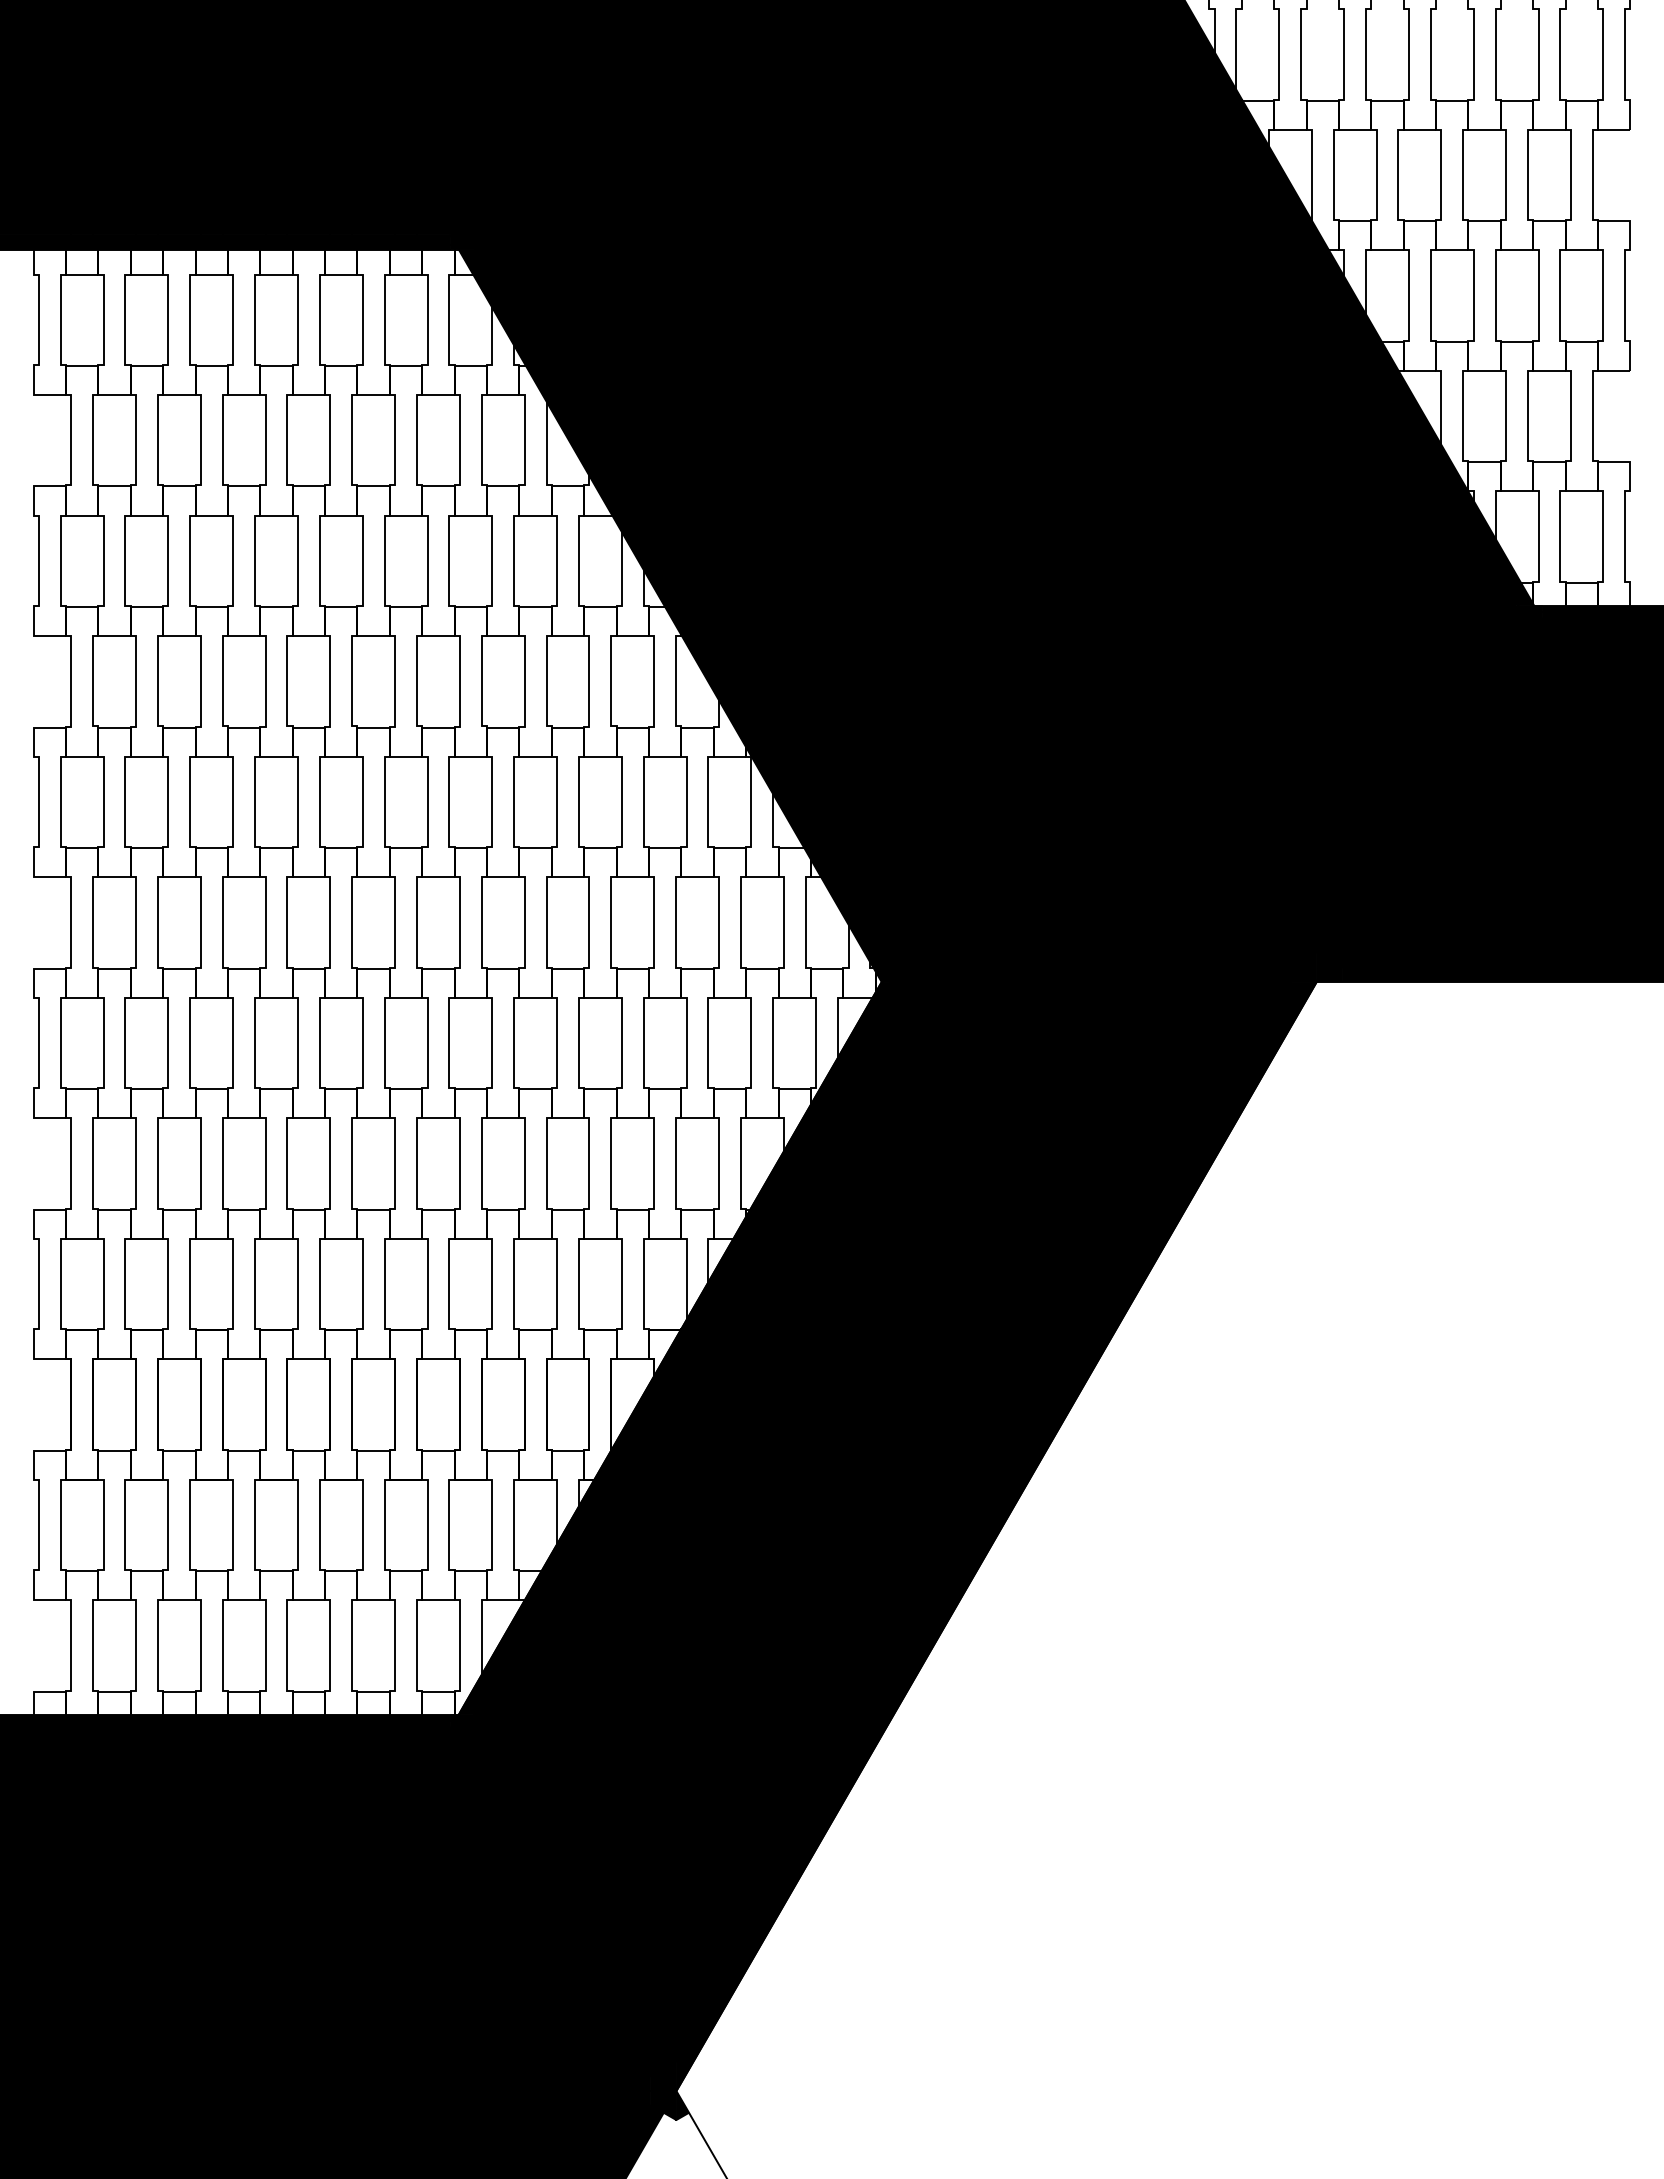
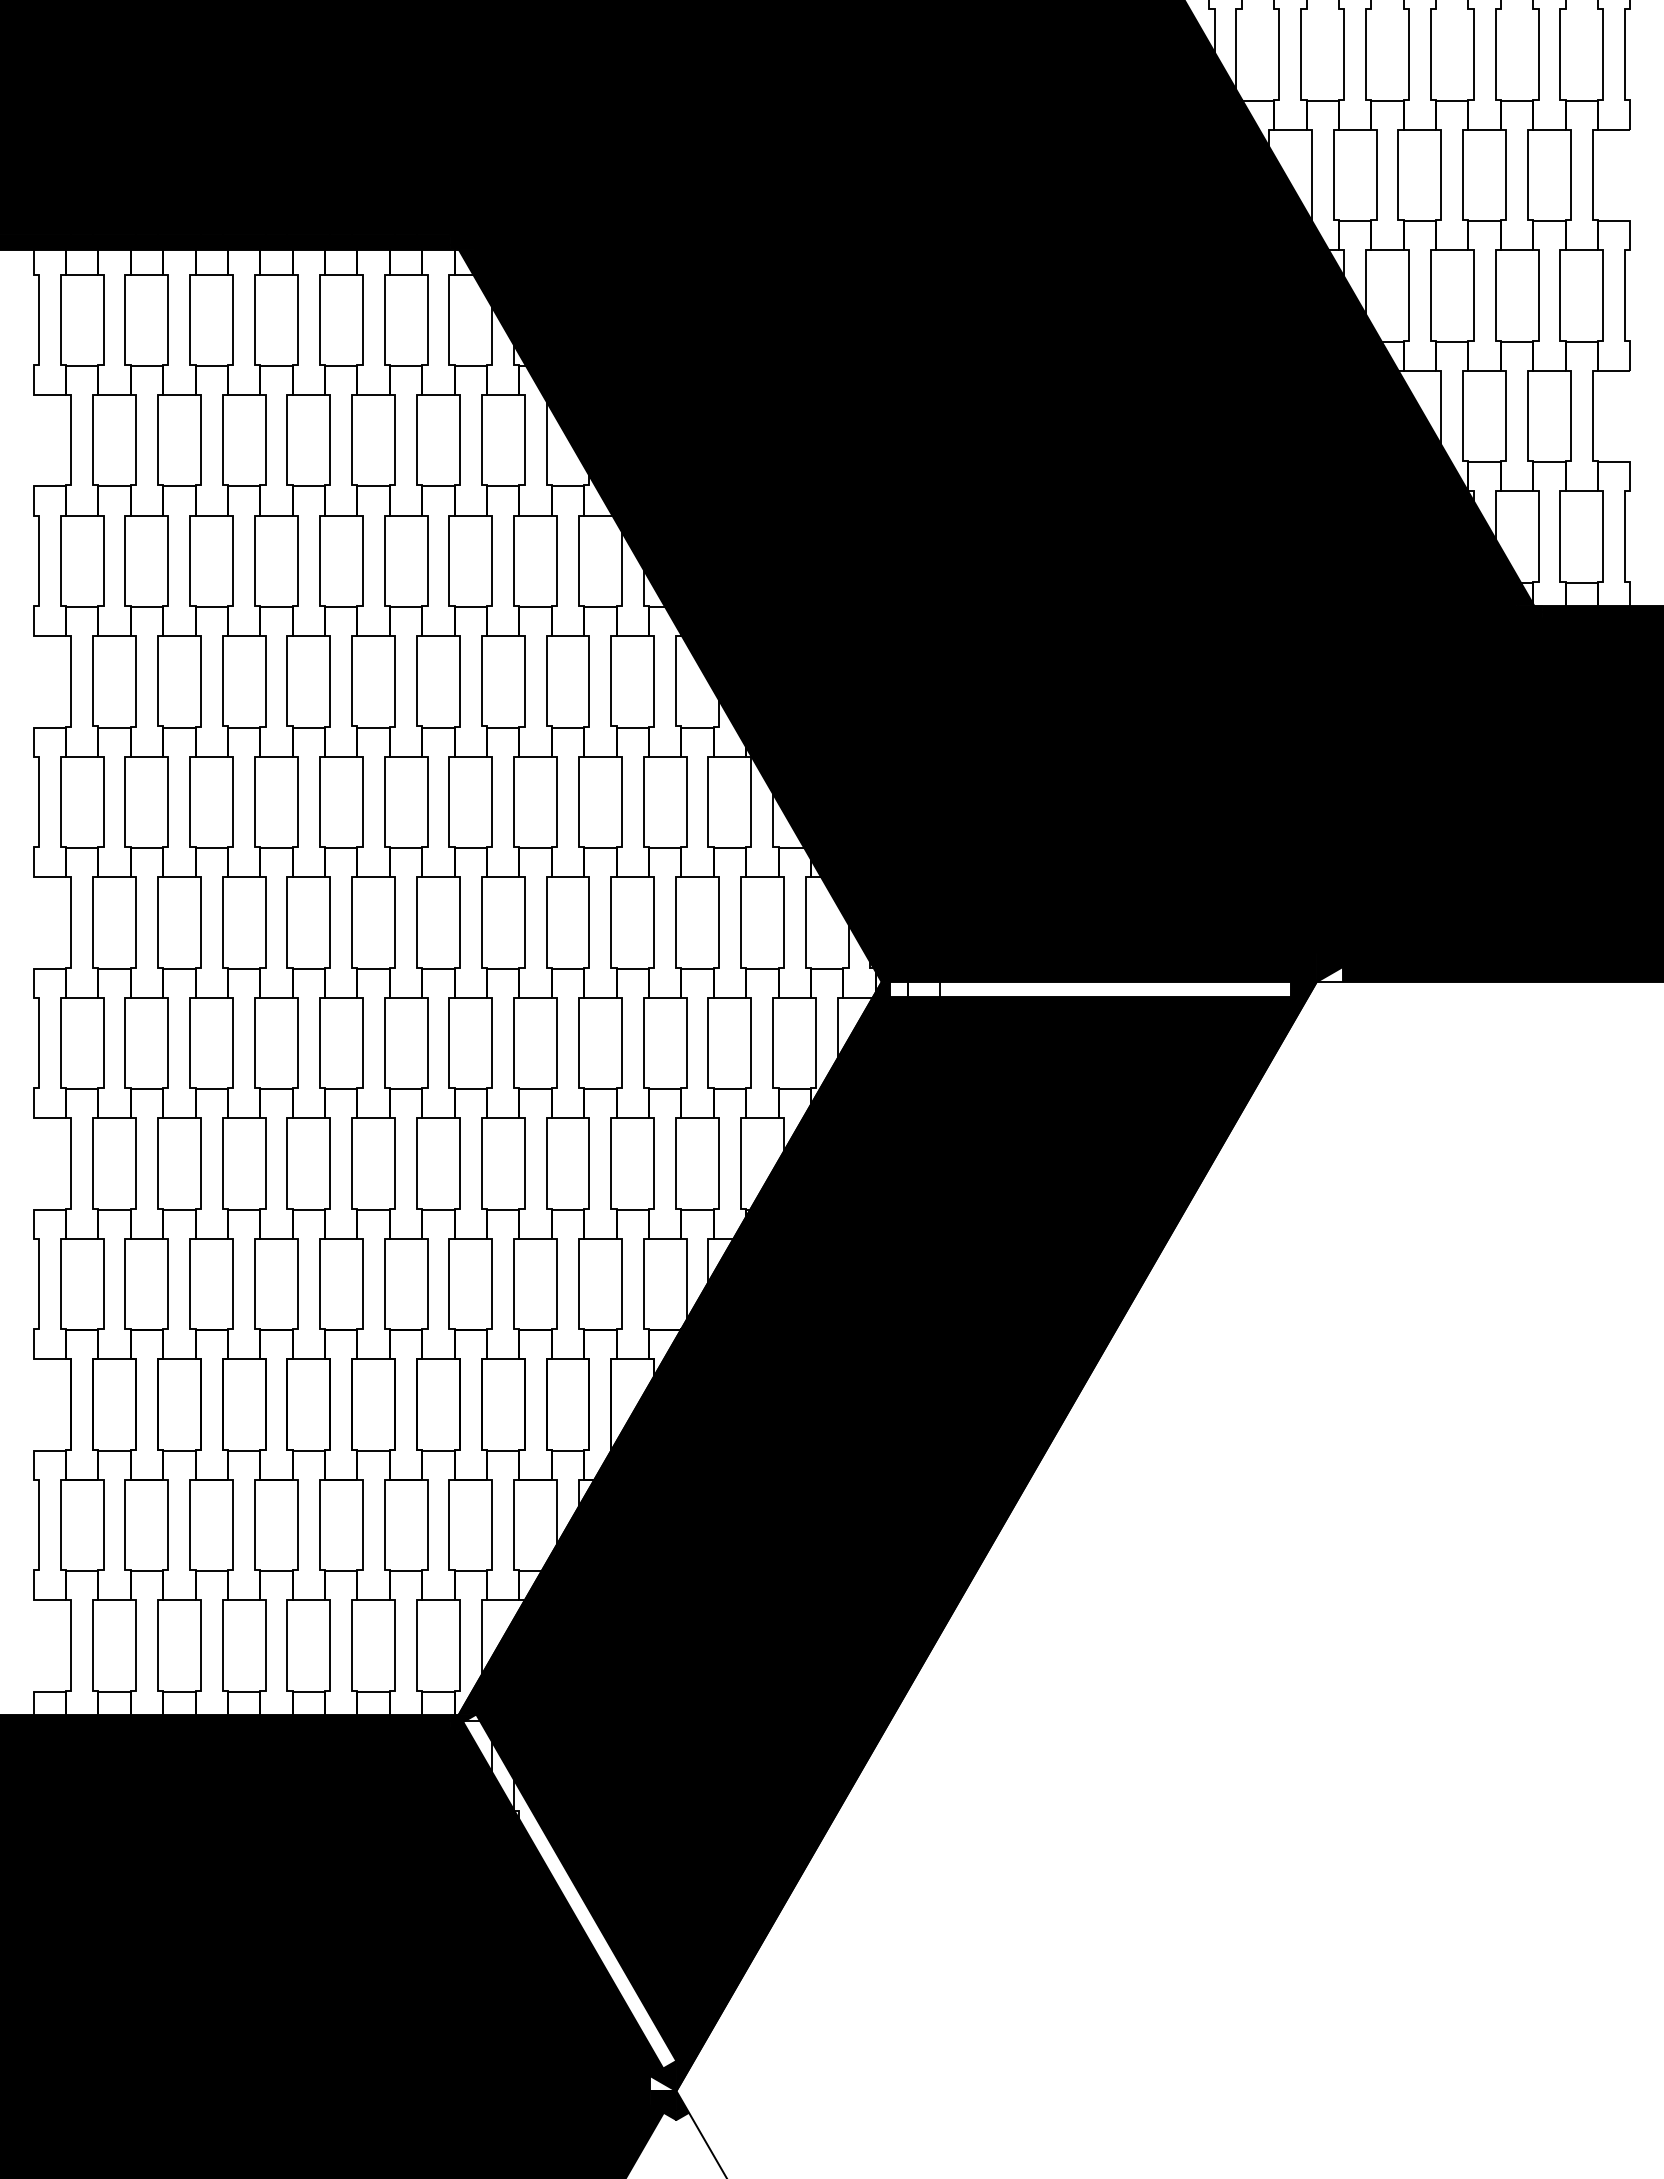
fill at (1329, 974): present -> none
fill at (1090, 989): present -> none
fill at (569, 1891): present -> none
fill at (663, 2083): present -> none
